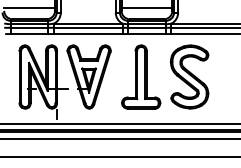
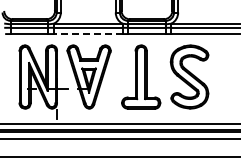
line at (29, 7): present -> none
line at (146, 7): present -> none
line at (87, 34): solid -> dashed
